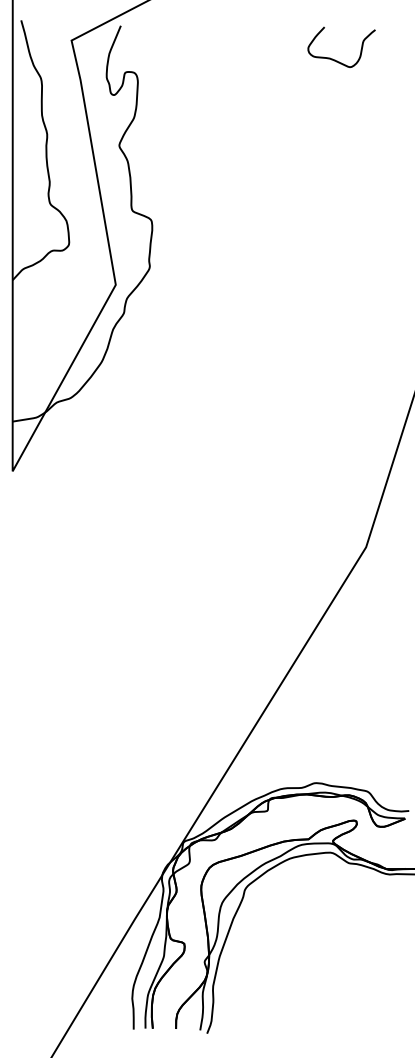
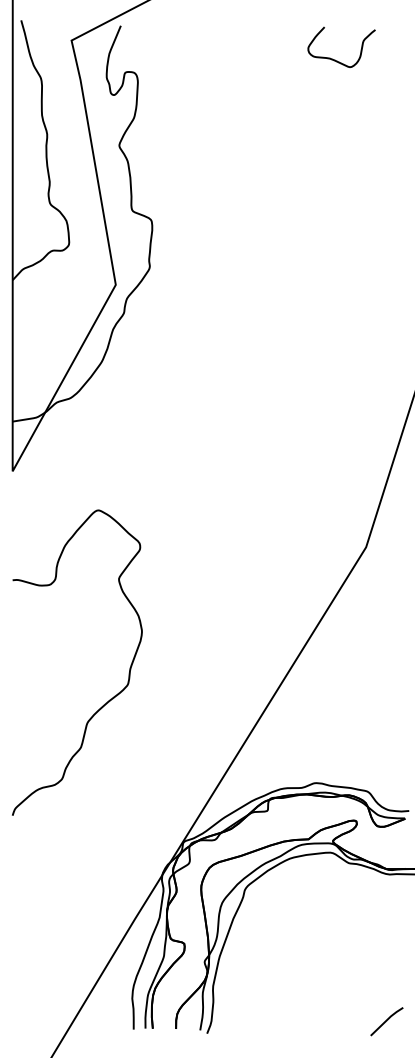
curve at (109, 699): none -> present
line at (386, 1021): none -> present
